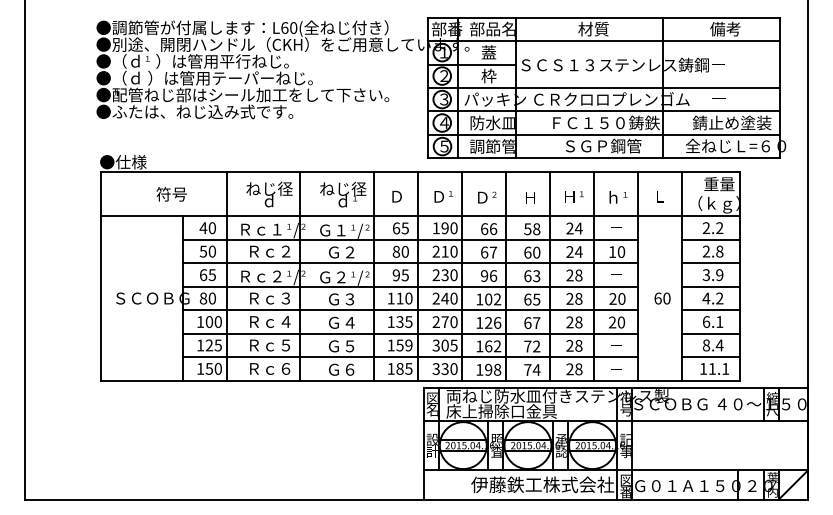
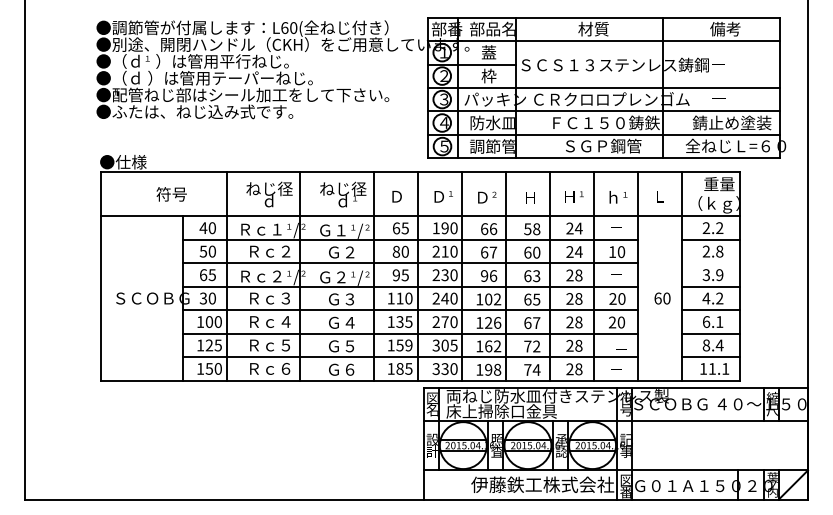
line at (710, 263): present -> none
text at (203, 298): 80 -> 30
text at (616, 345) position: (616, 345) -> (621, 349)
